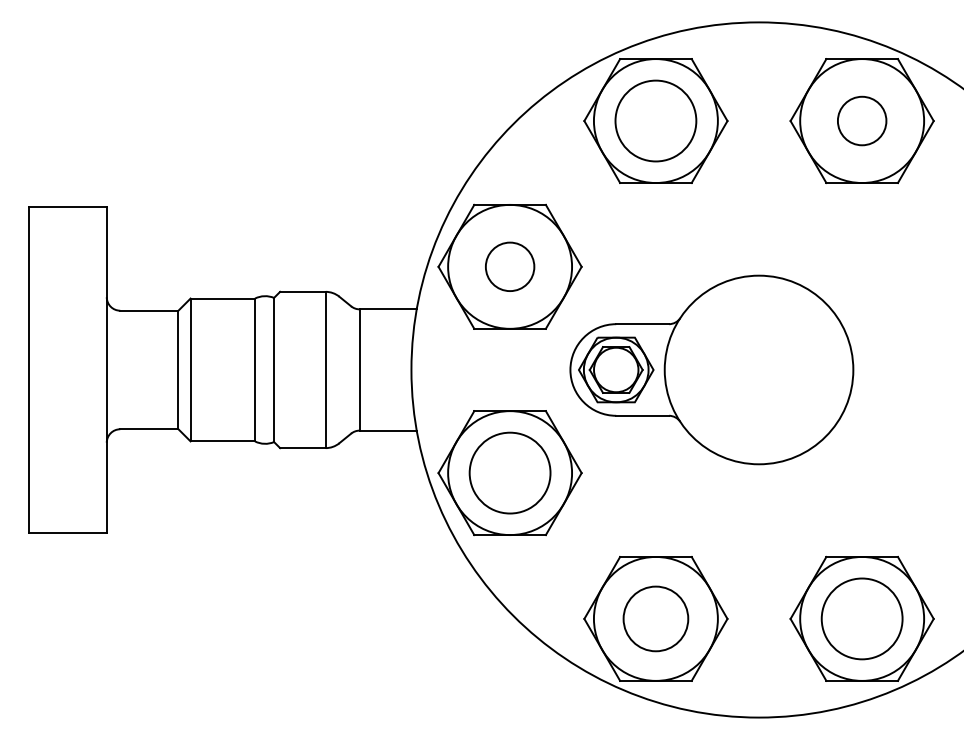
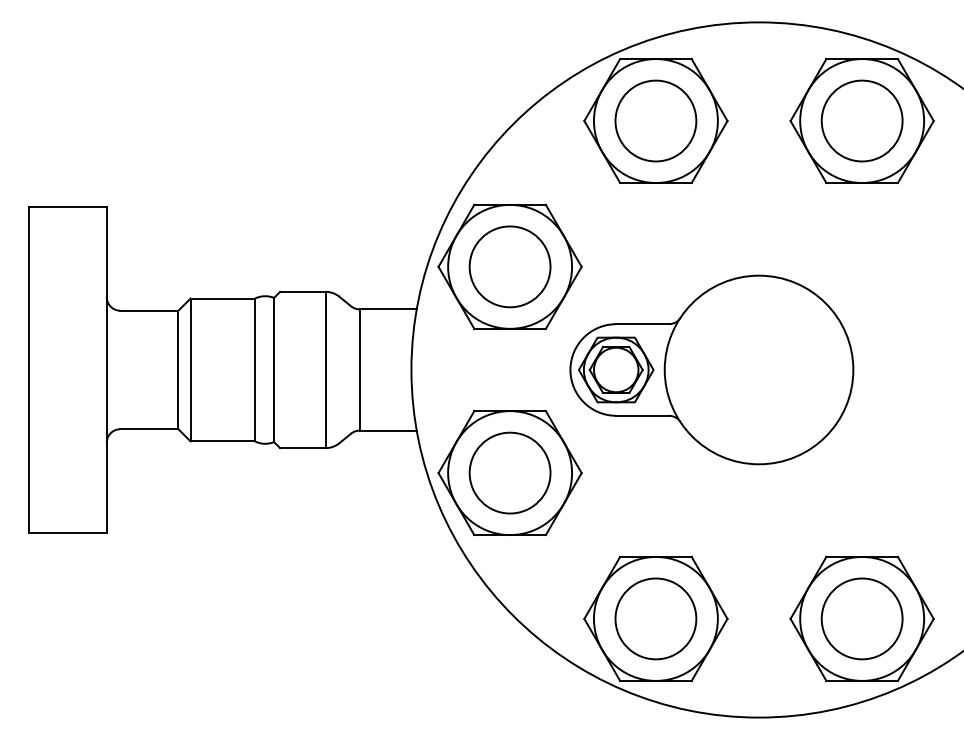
circle at (861, 120) diameter: 49 px -> 81 px
circle at (509, 266) diameter: 49 px -> 81 px
circle at (655, 618) size: 68x68 px -> 84x84 px
